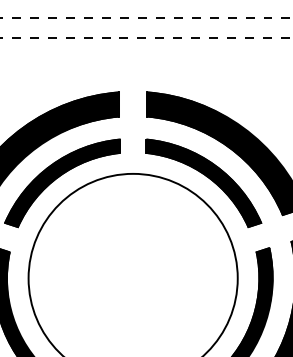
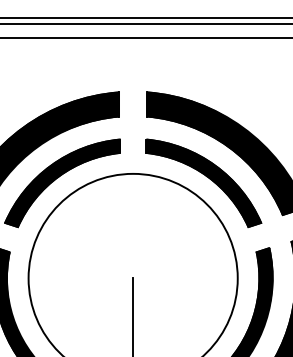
line at (146, 18): dashed -> solid
line at (145, 24): none -> present
line at (146, 38): dashed -> solid
line at (133, 315): none -> present
